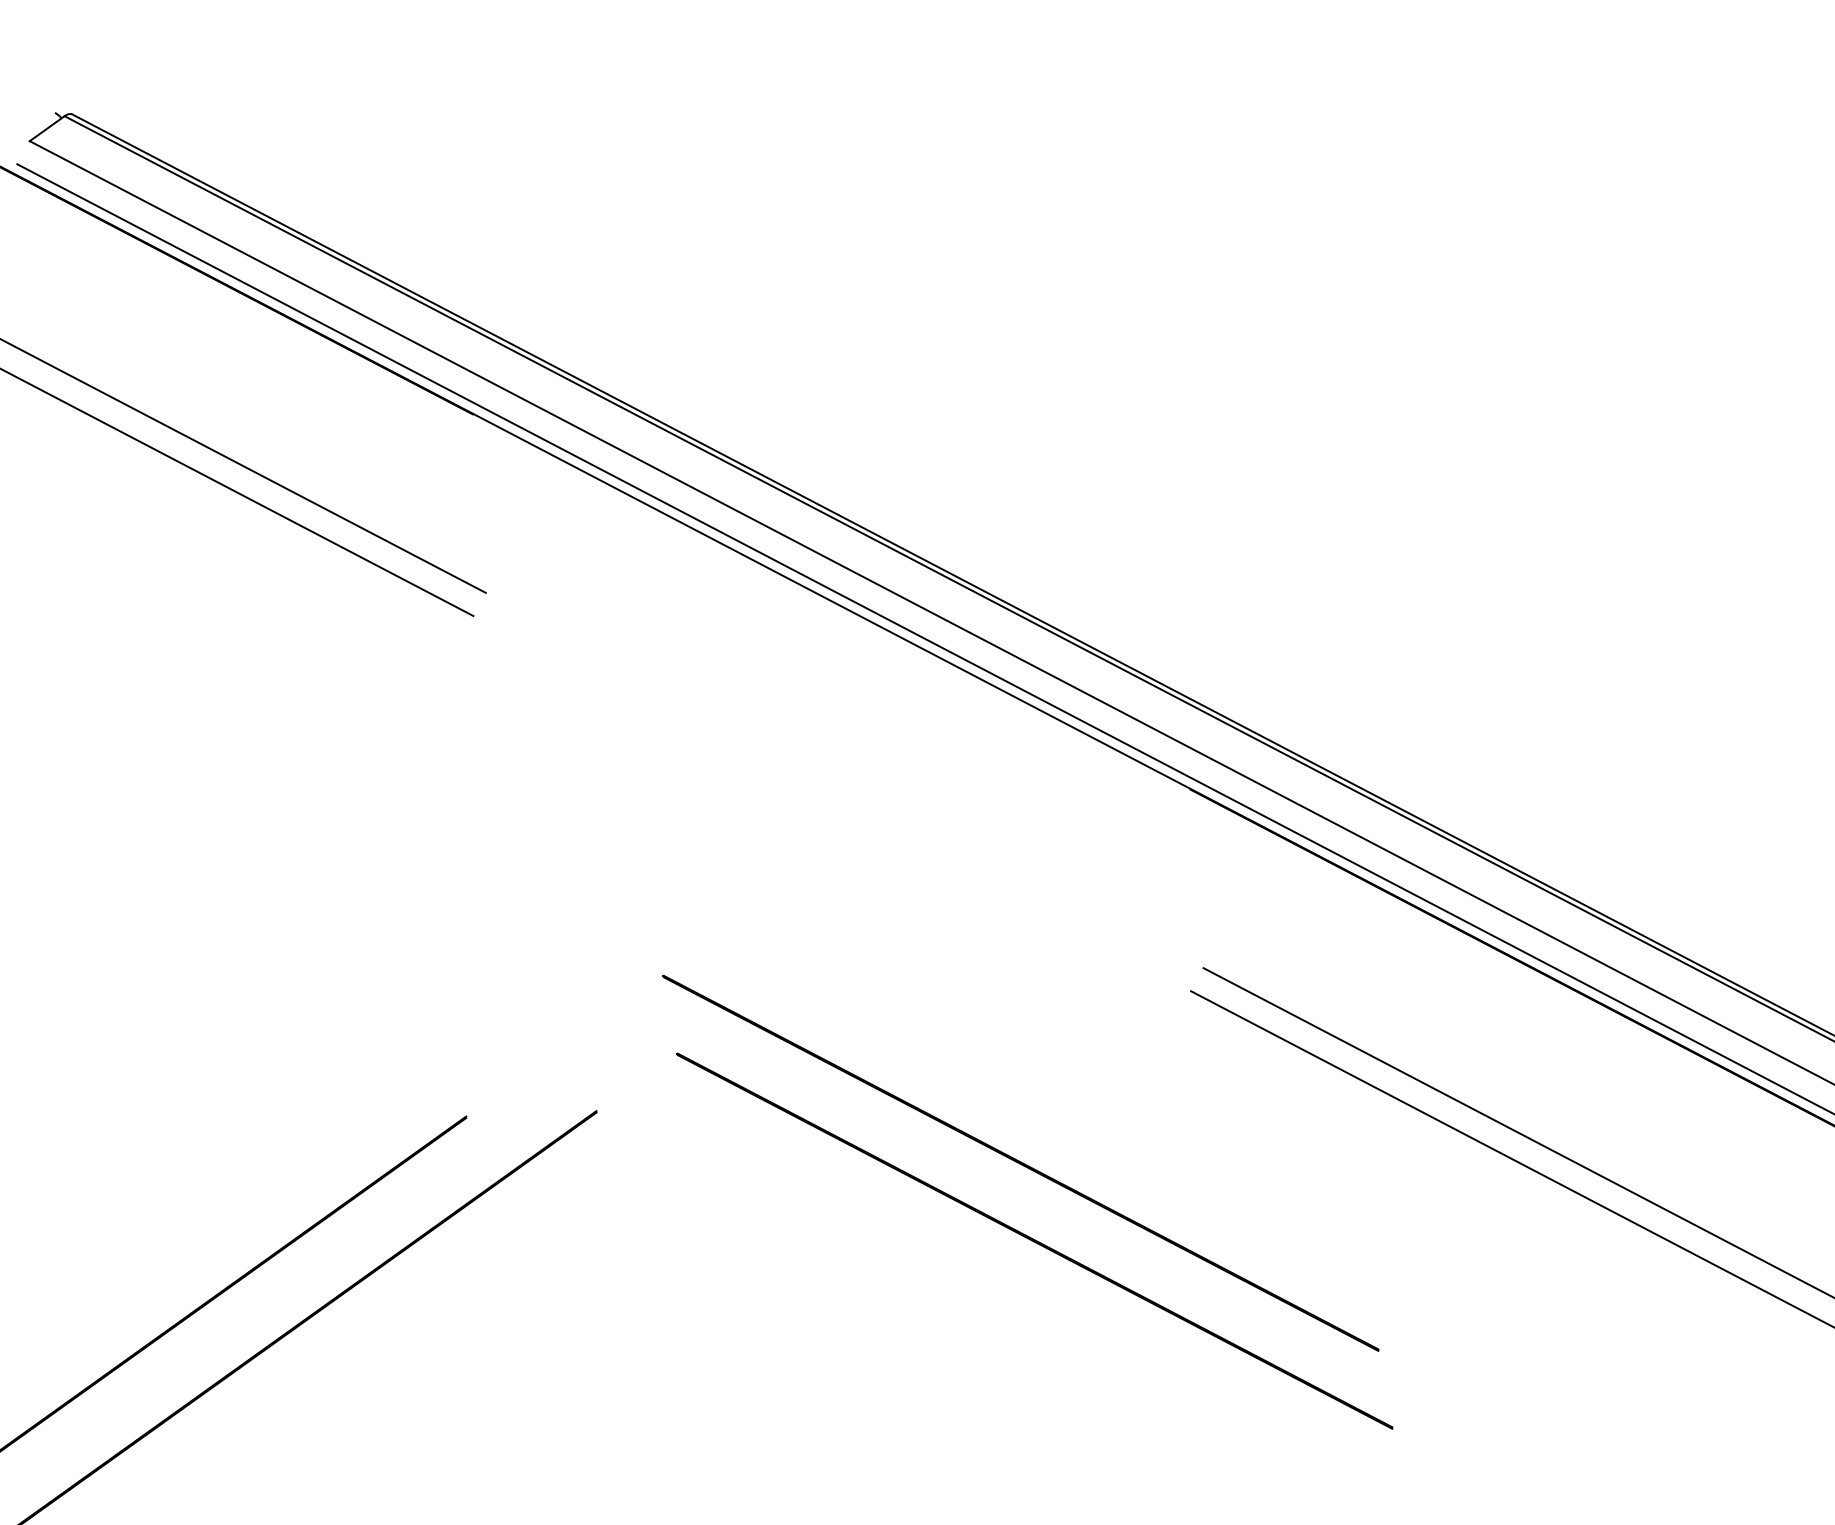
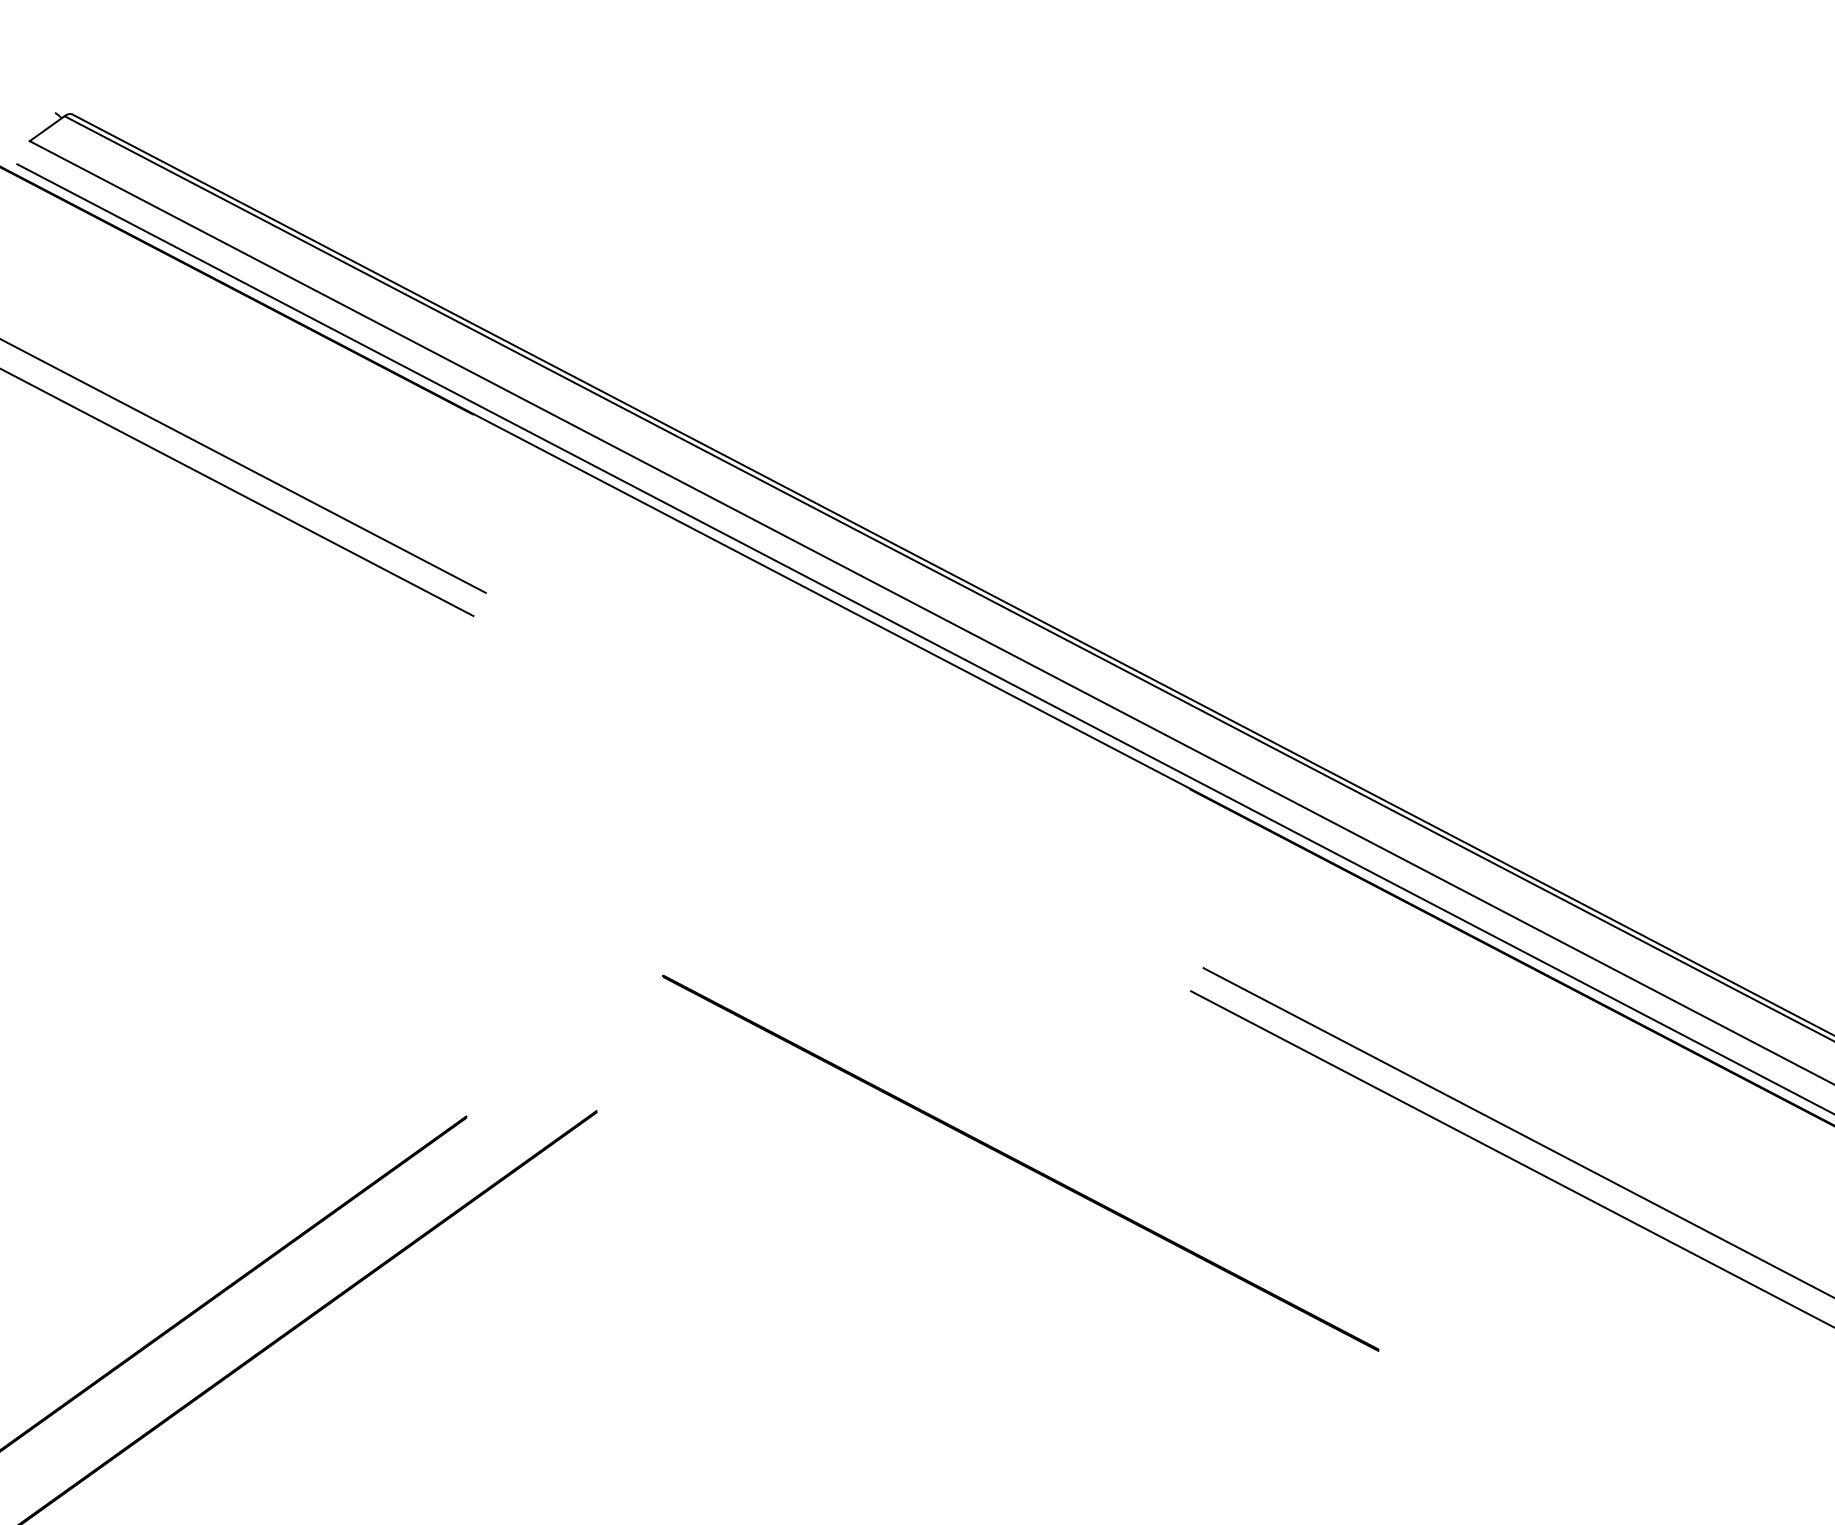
line at (1034, 1240): present -> none
